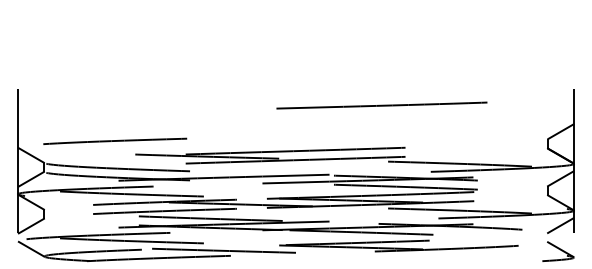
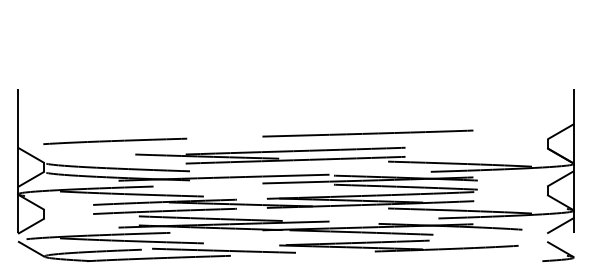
line at (381, 105) position: (381, 105) -> (367, 133)
